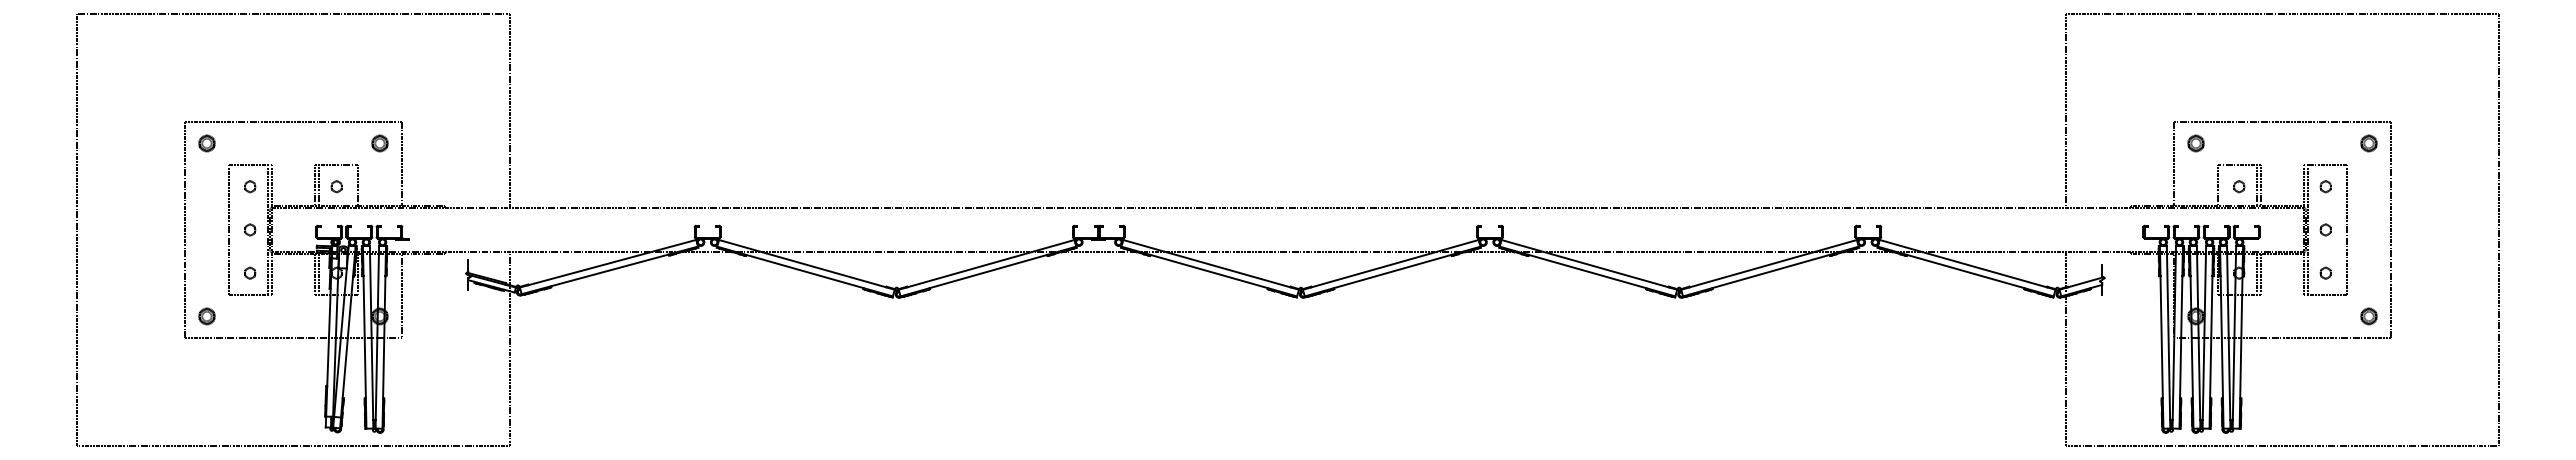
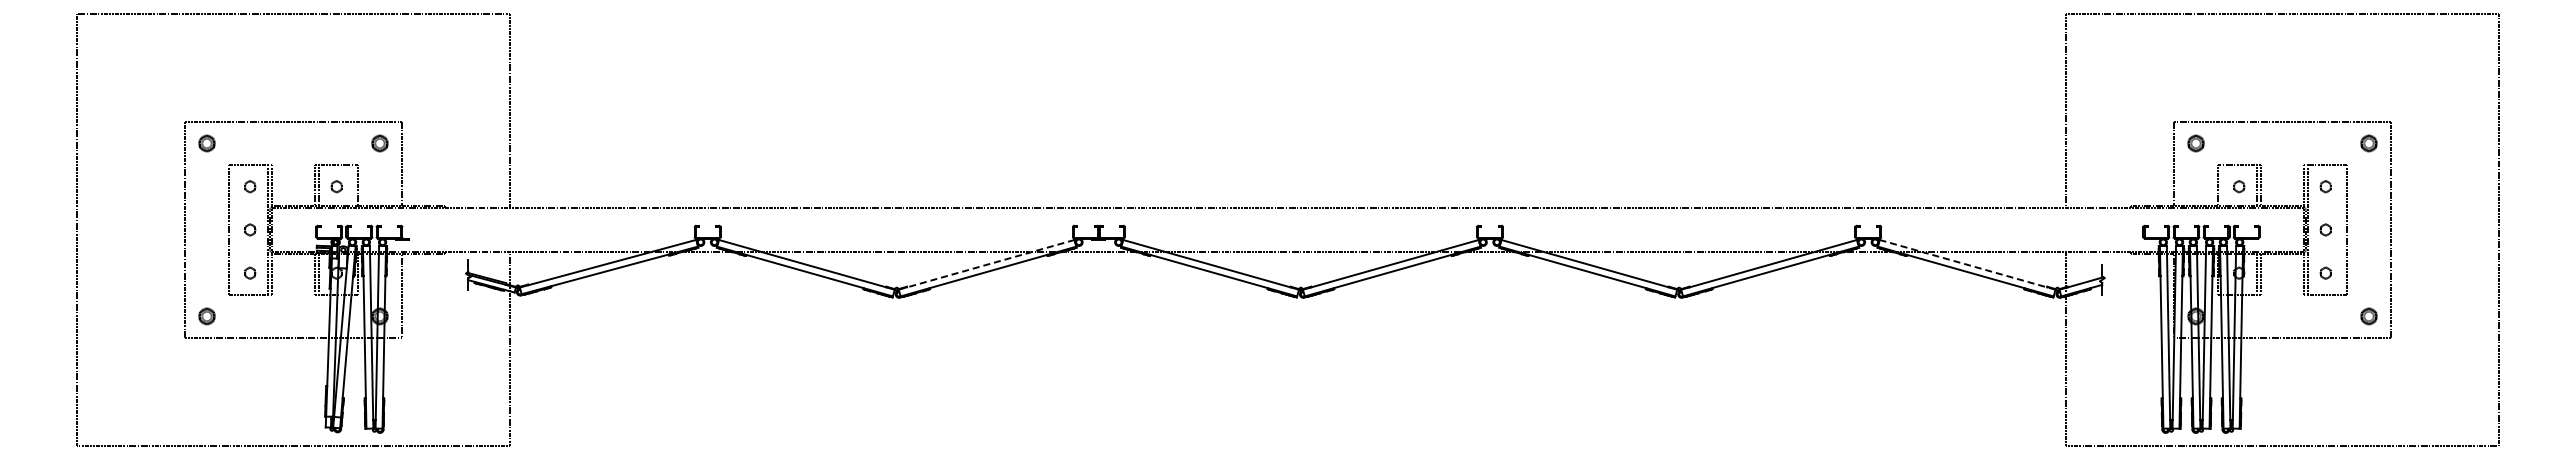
line at (987, 264): solid -> dashed
line at (1967, 264): solid -> dashed
